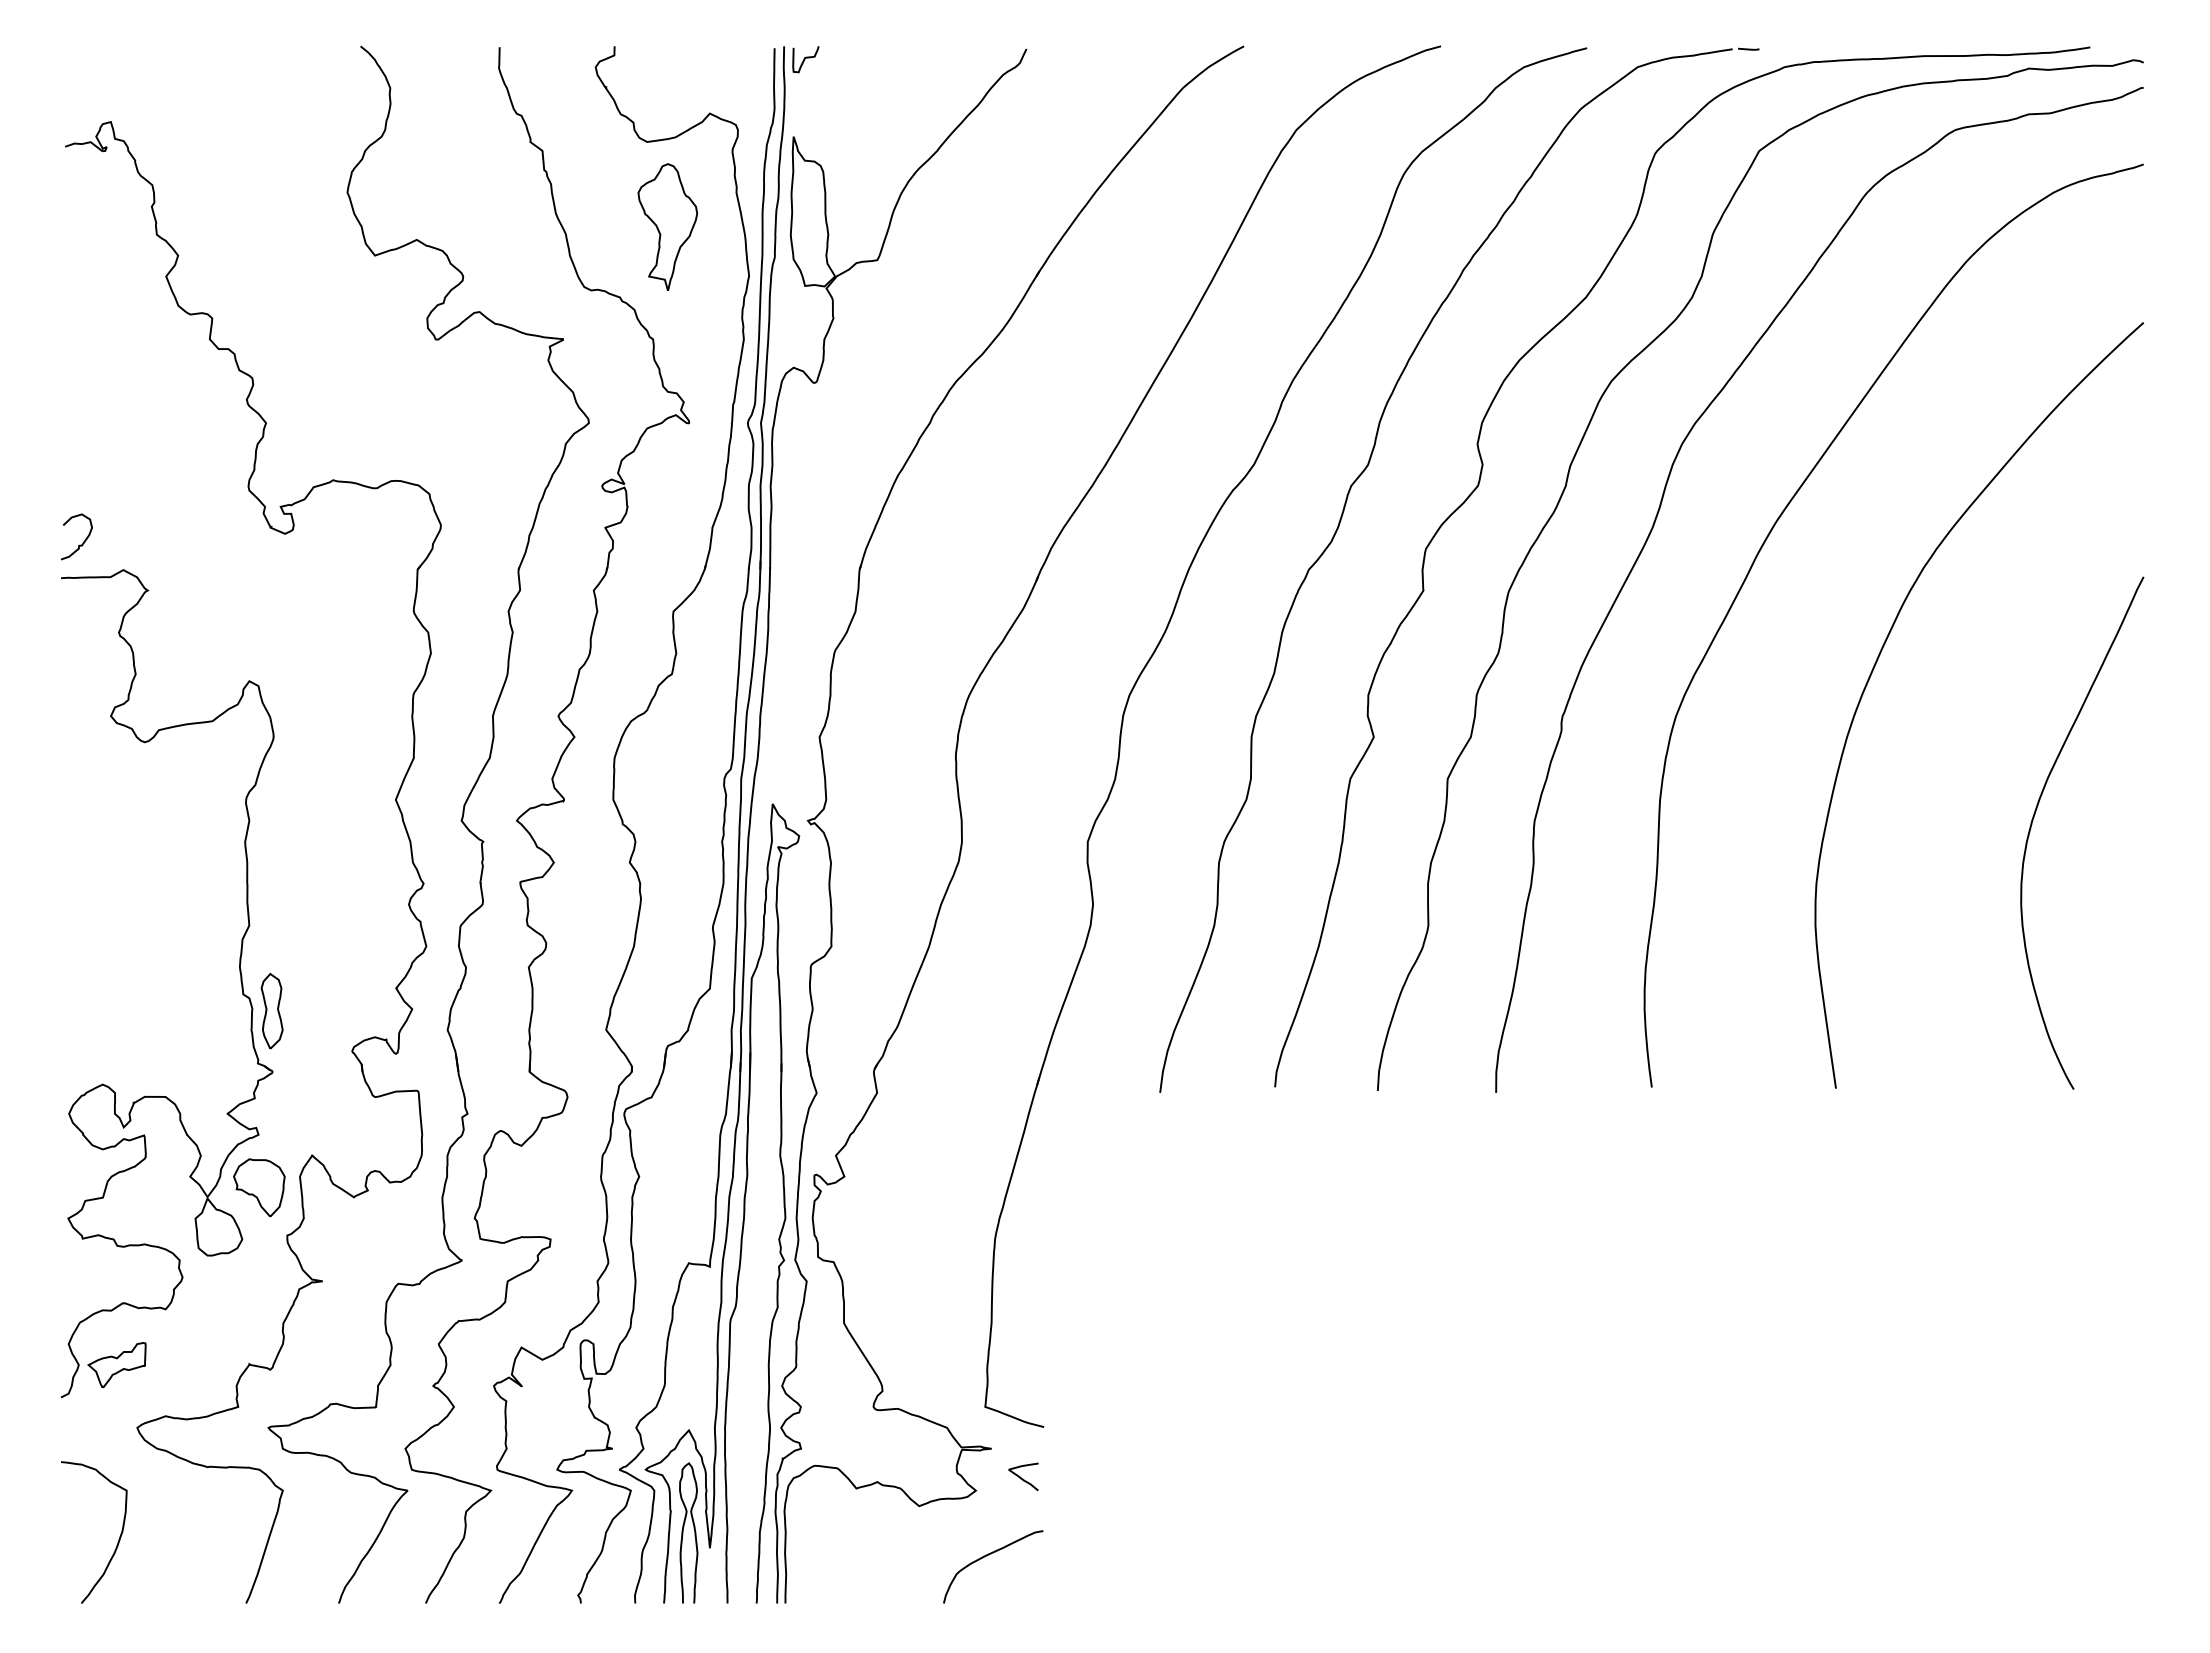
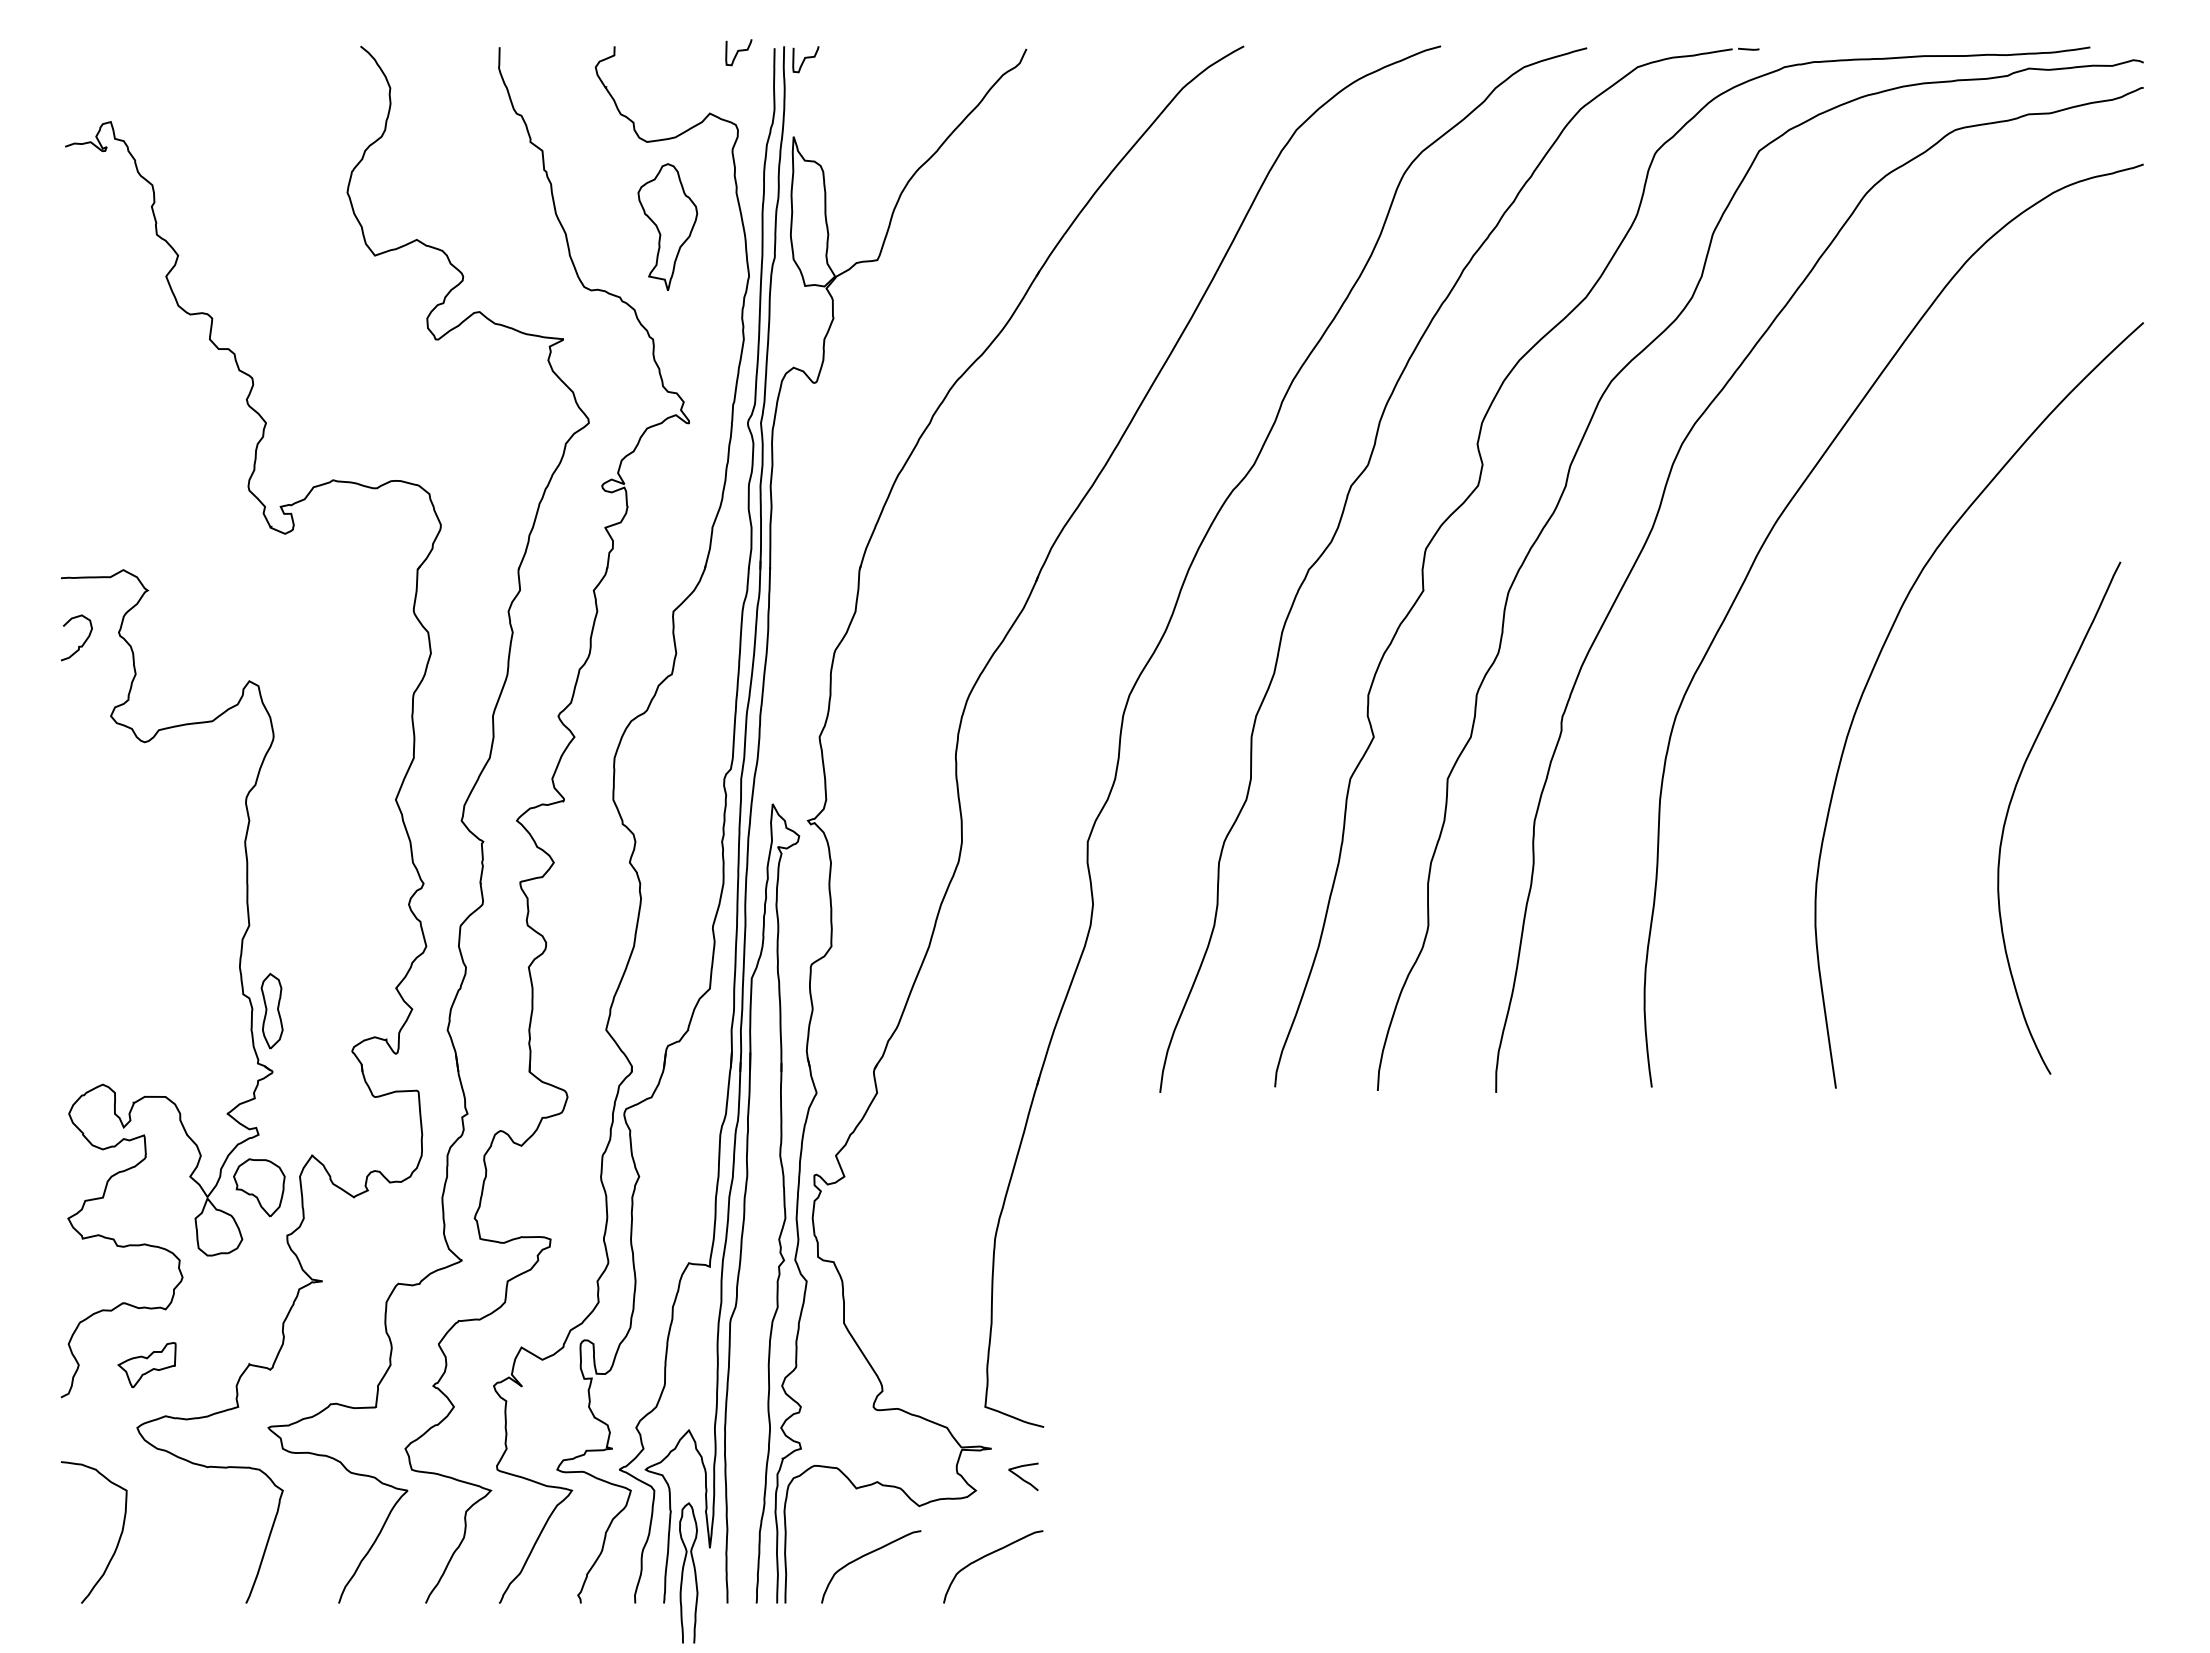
curve at (738, 52): none -> present
curve at (82, 542) position: (82, 542) -> (82, 643)
curve at (2034, 817) position: (2034, 817) -> (2011, 802)
part at (116, 1365) position: (116, 1365) -> (146, 1365)
curve at (683, 1532) position: (683, 1532) -> (683, 1572)
curve at (867, 1555): none -> present
